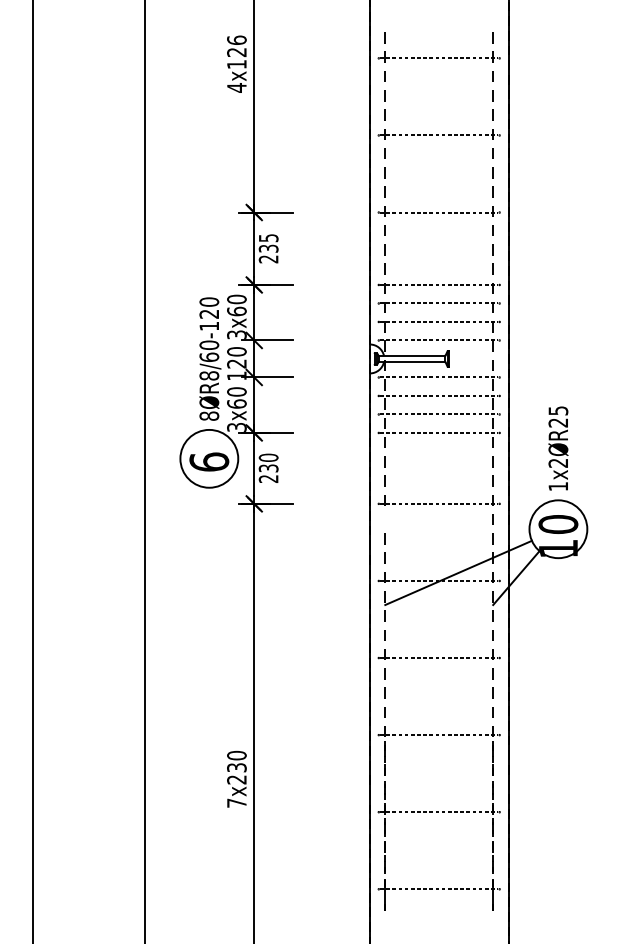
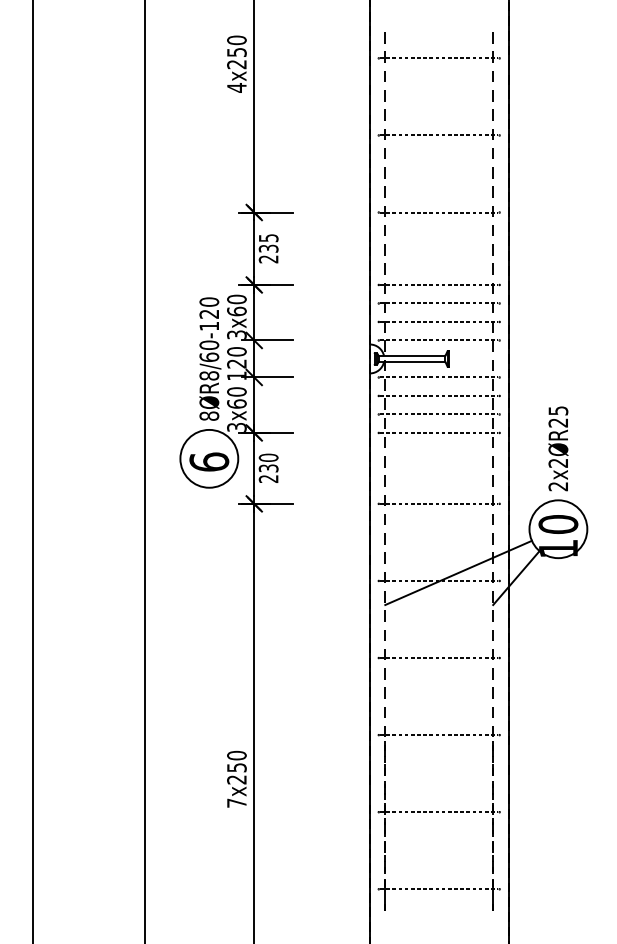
text at (236, 52): 4x126 -> 4x250
text at (557, 486): 1x2ØR25 -> 2x2ØR25
line at (384, 519): none -> present
text at (236, 767): 7x230 -> 7x250
